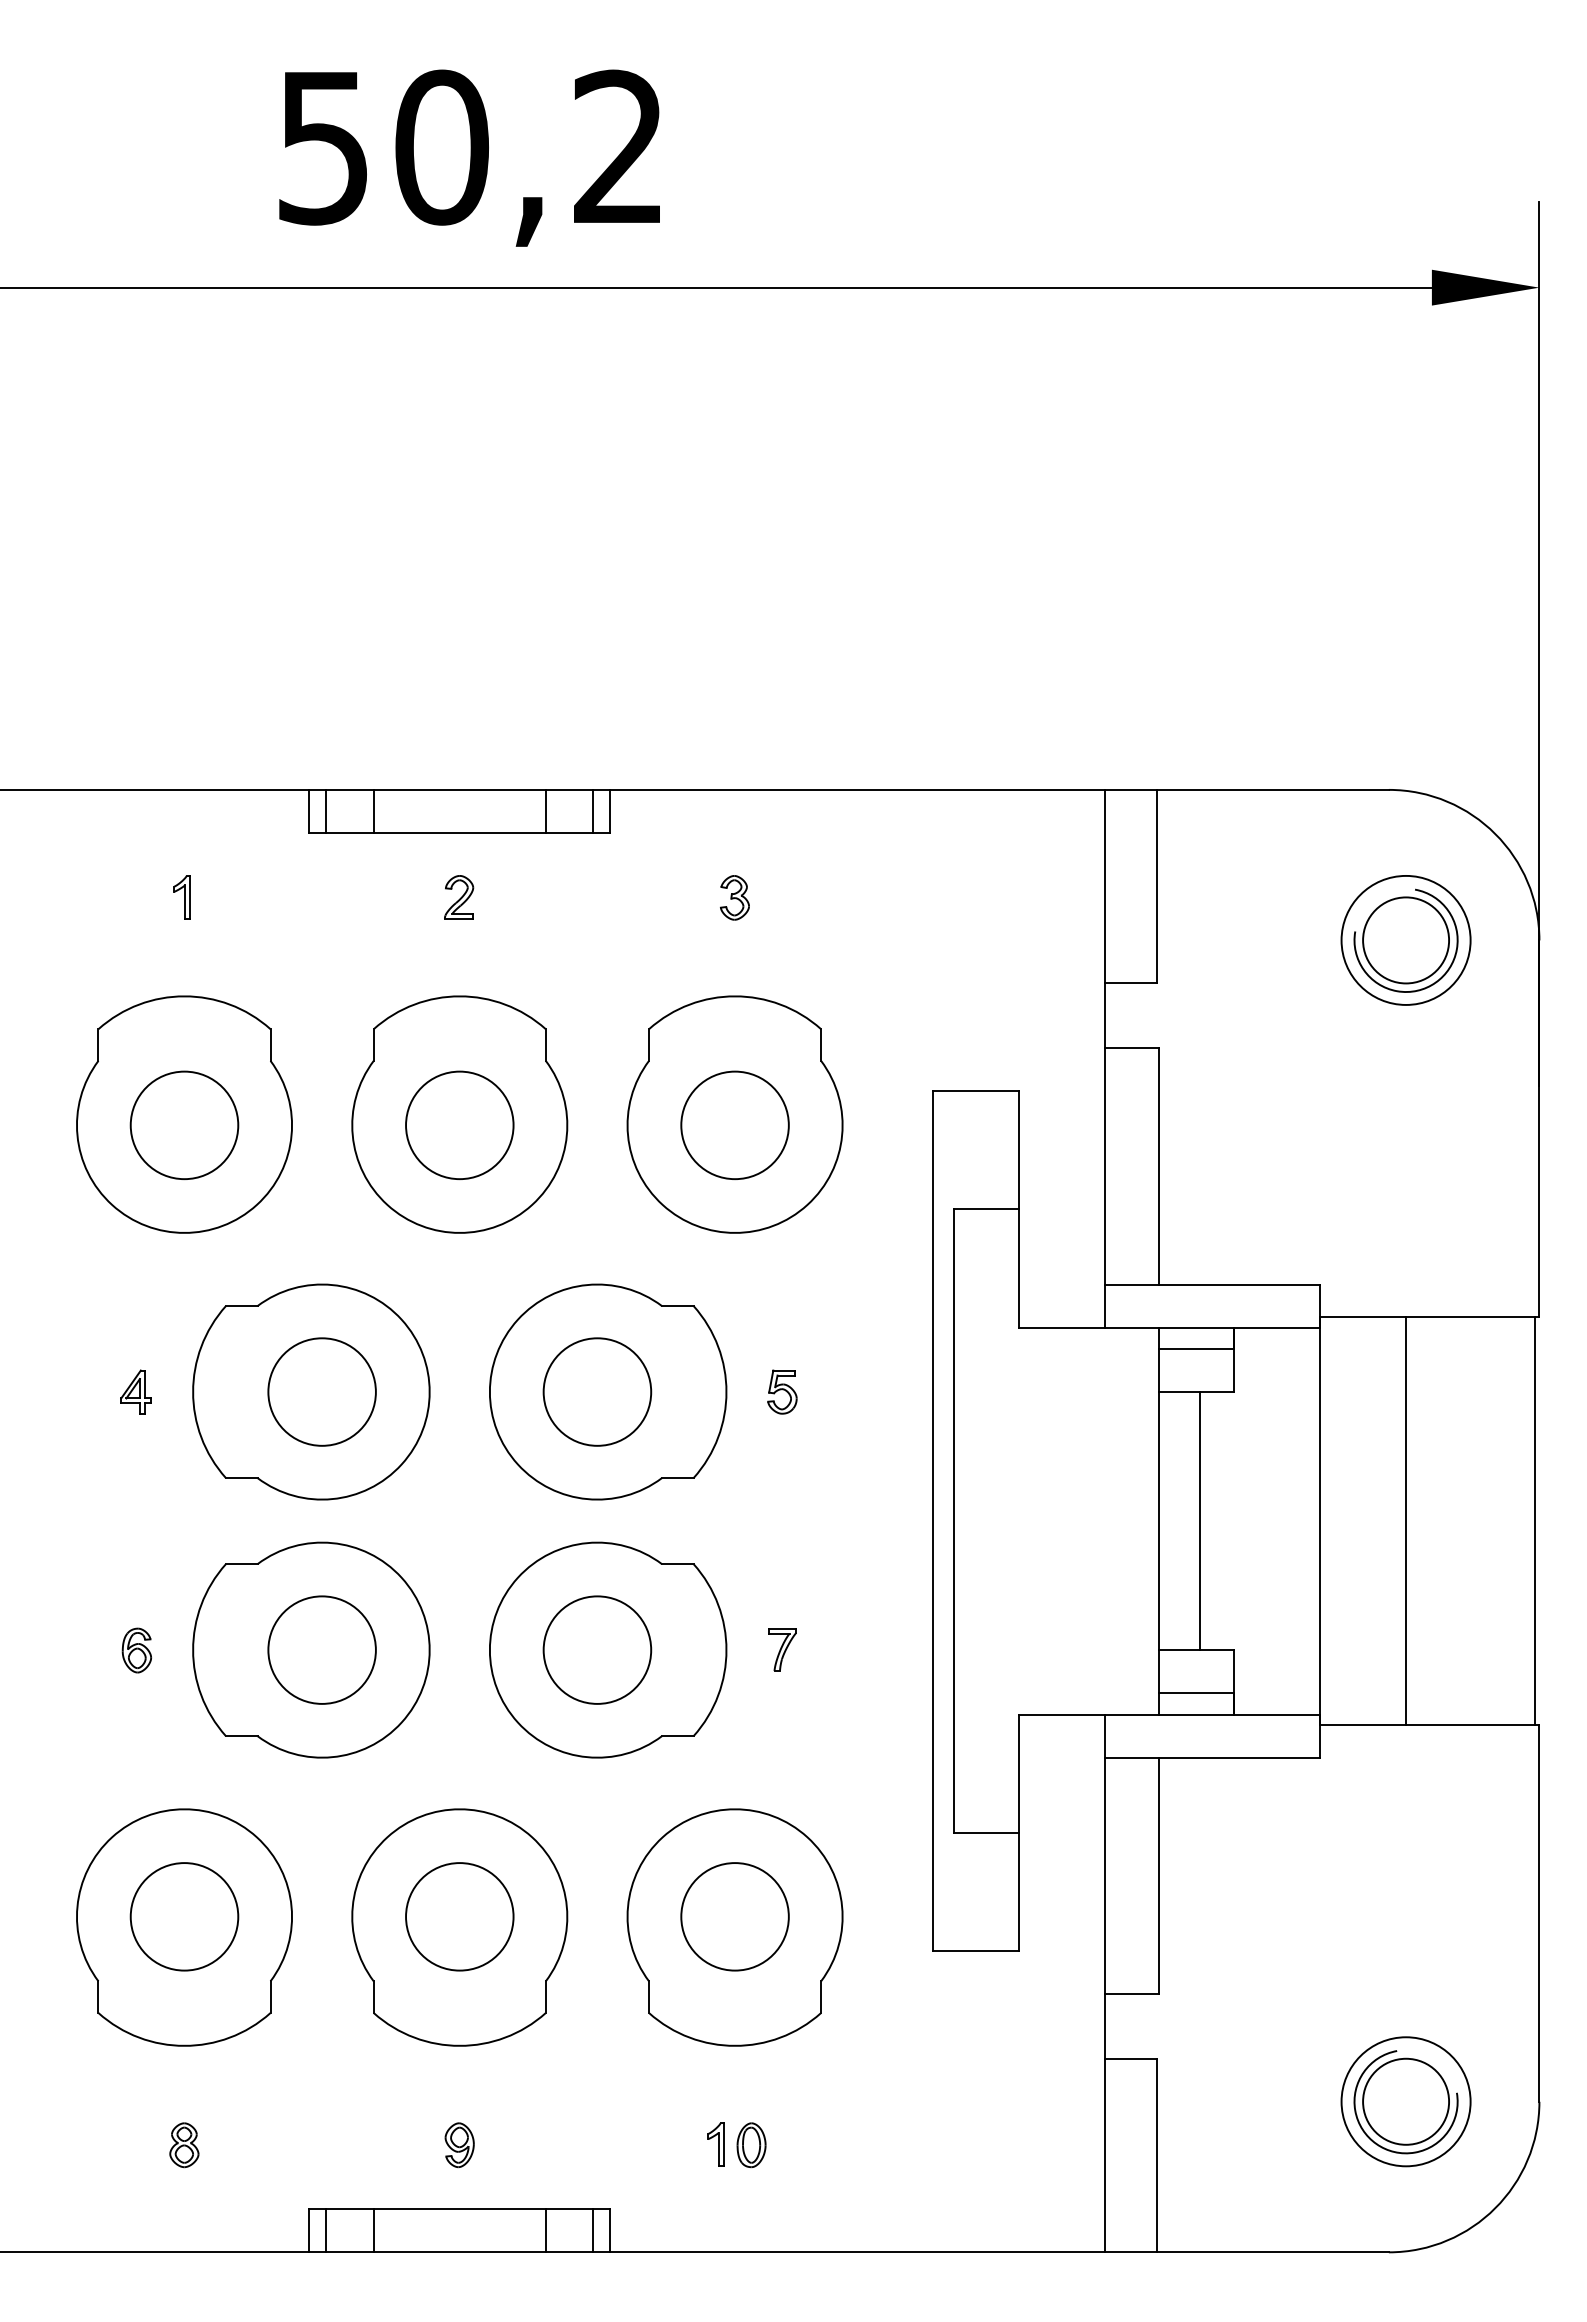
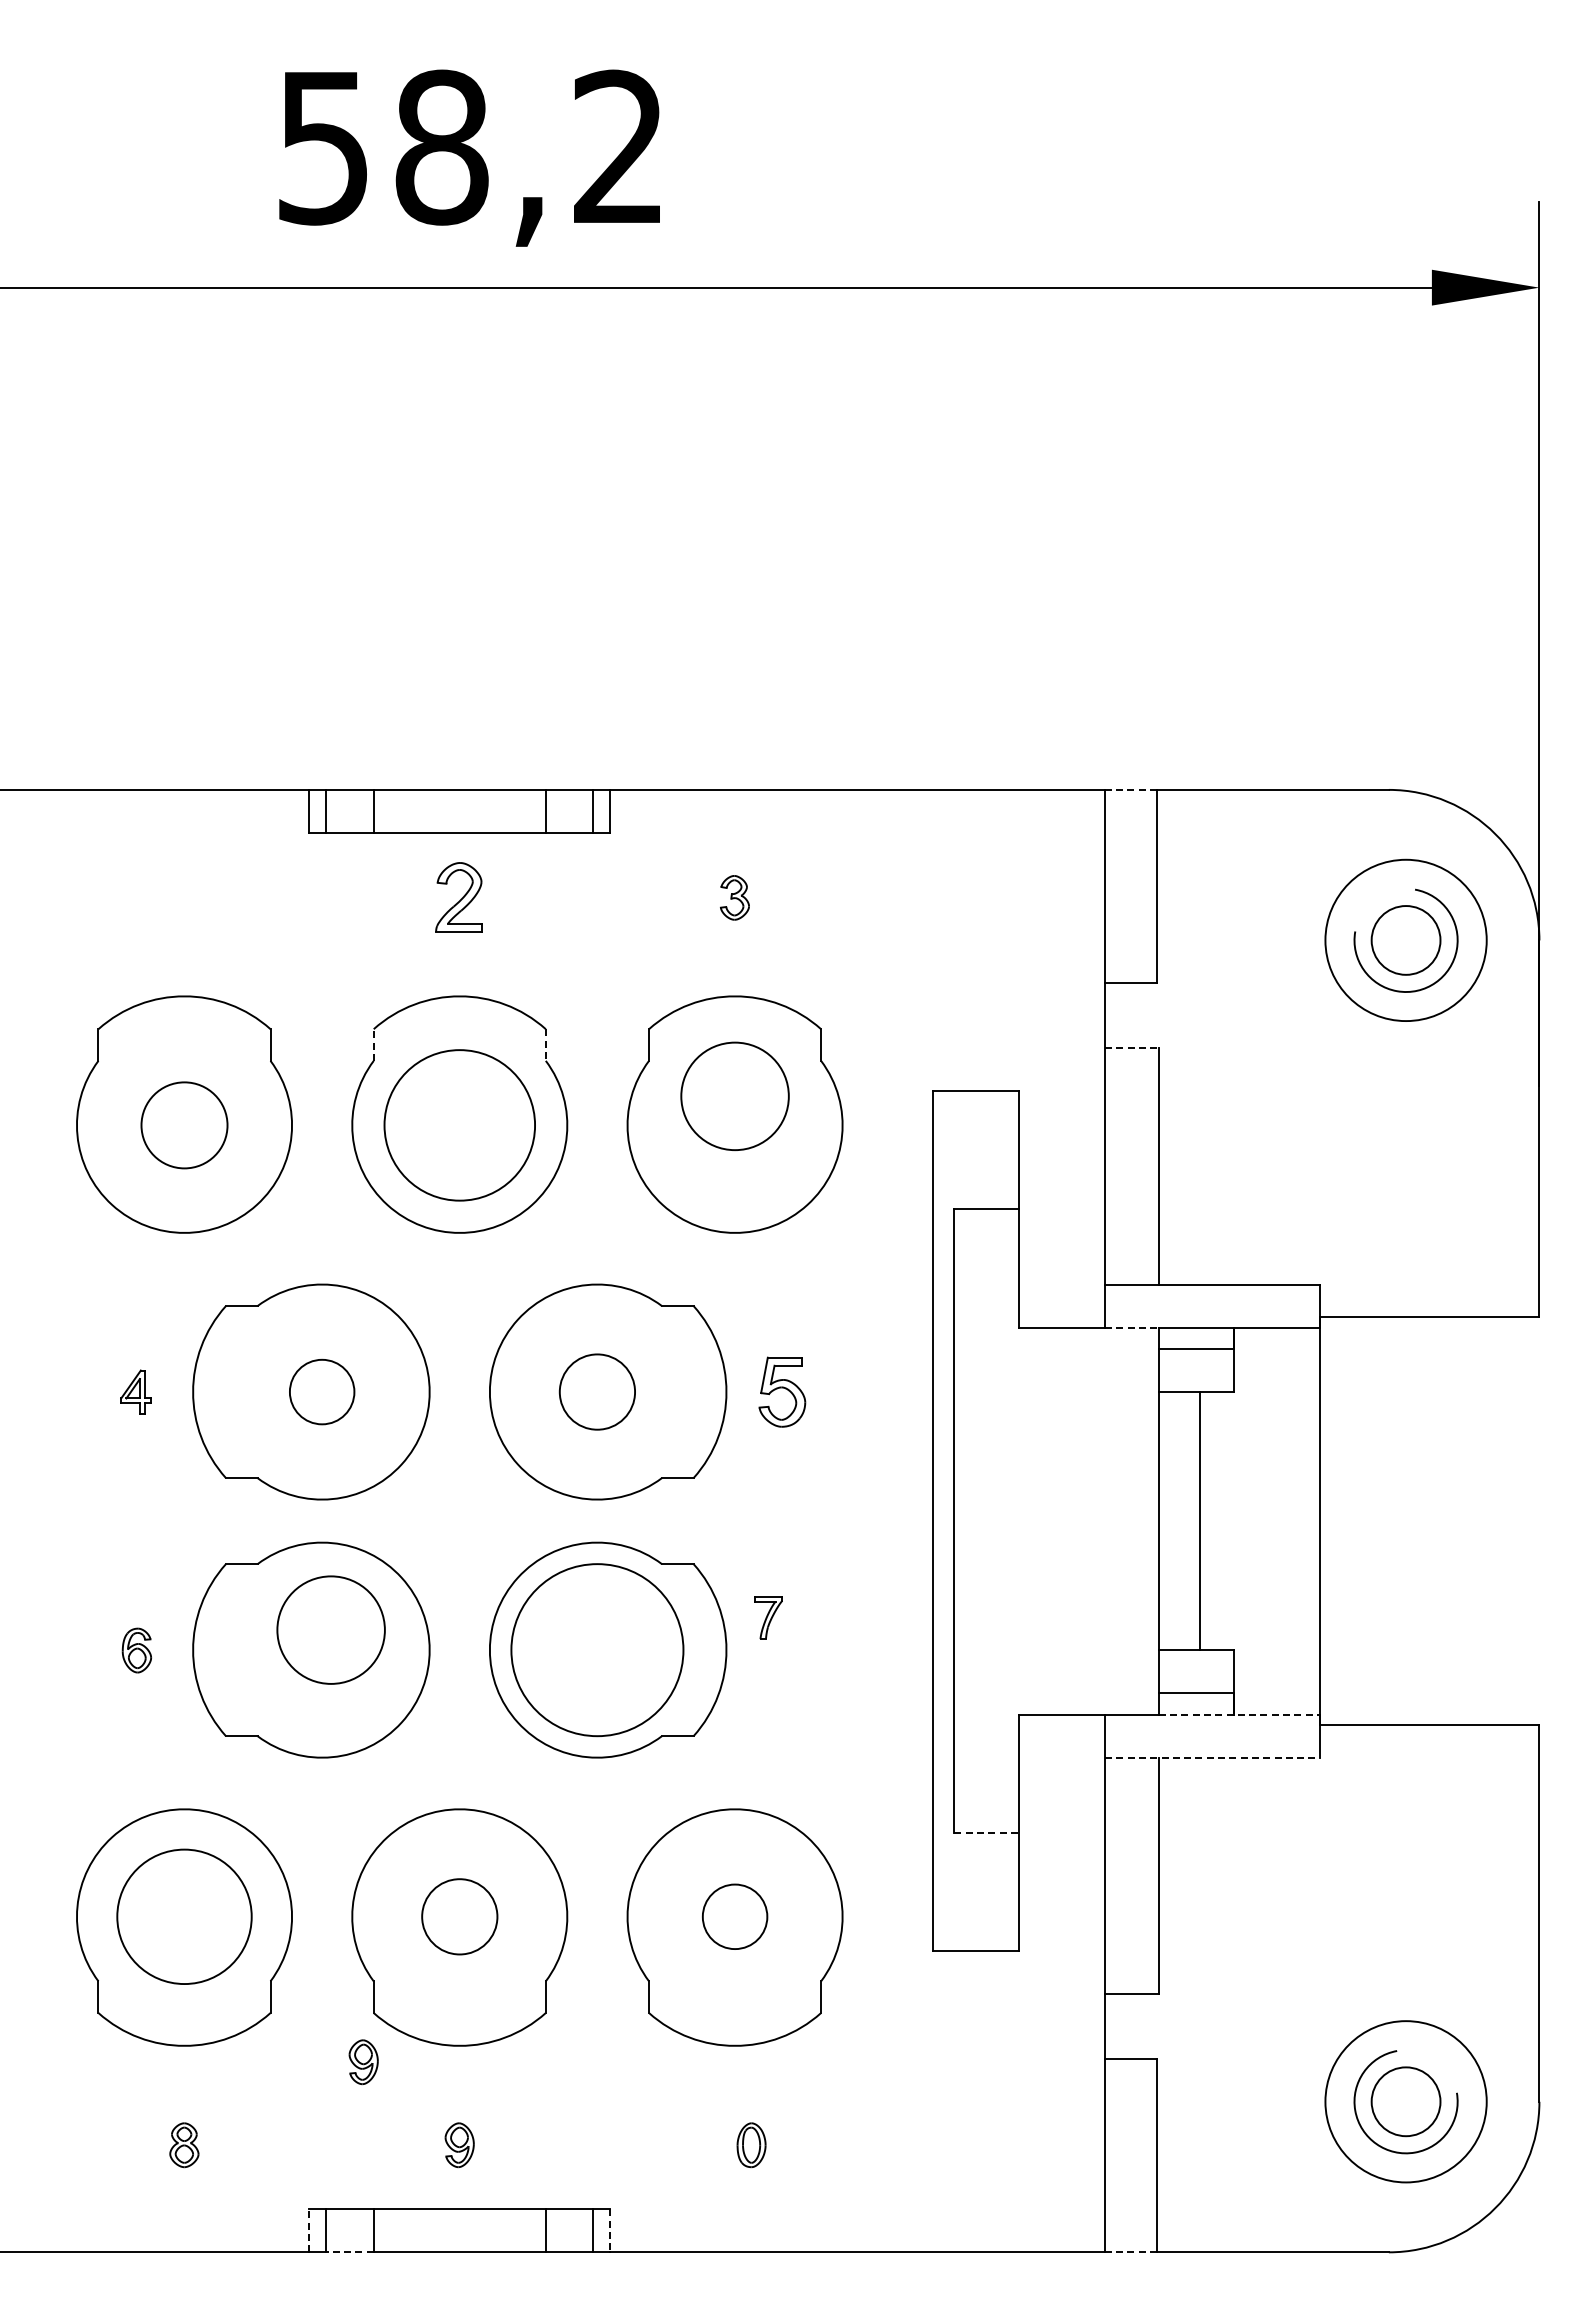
text at (441, 147): 50,2 -> 58,2
line at (1130, 789): solid -> dashed
part at (181, 897): present -> none
part at (459, 897) size: 31x45 px -> 48x71 px
circle at (1405, 939) diameter: 129 px -> 161 px
circle at (1406, 940) diameter: 86 px -> 69 px
line at (373, 1045): solid -> dashed
line at (545, 1045): solid -> dashed
line at (1131, 1047): solid -> dashed
circle at (734, 1124) position: (734, 1124) -> (734, 1095)
circle at (184, 1125) diameter: 108 px -> 86 px
circle at (459, 1125) diameter: 108 px -> 151 px
line at (1131, 1327): solid -> dashed
circle at (321, 1391) diameter: 108 px -> 65 px
circle at (597, 1391) diameter: 108 px -> 75 px
part at (782, 1391) size: 31x46 px -> 49x72 px
line at (1406, 1520): present -> none
line at (1535, 1520): present -> none
circle at (321, 1649) position: (321, 1649) -> (330, 1629)
circle at (597, 1649) diameter: 108 px -> 172 px
part at (782, 1649) position: (782, 1649) -> (768, 1617)
line at (1239, 1714): solid -> dashed
line at (1212, 1757): solid -> dashed
line at (987, 1832): solid -> dashed
circle at (184, 1916) diameter: 108 px -> 134 px
circle at (459, 1916) diameter: 108 px -> 75 px
circle at (734, 1916) diameter: 108 px -> 65 px
part at (363, 2062): none -> present
circle at (1405, 2101) diameter: 129 px -> 161 px
circle at (1406, 2101) diameter: 86 px -> 69 px
part at (715, 2144): present -> none
line at (309, 2230): solid -> dashed
line at (610, 2230): solid -> dashed
line at (350, 2252): solid -> dashed
line at (1130, 2252): solid -> dashed
